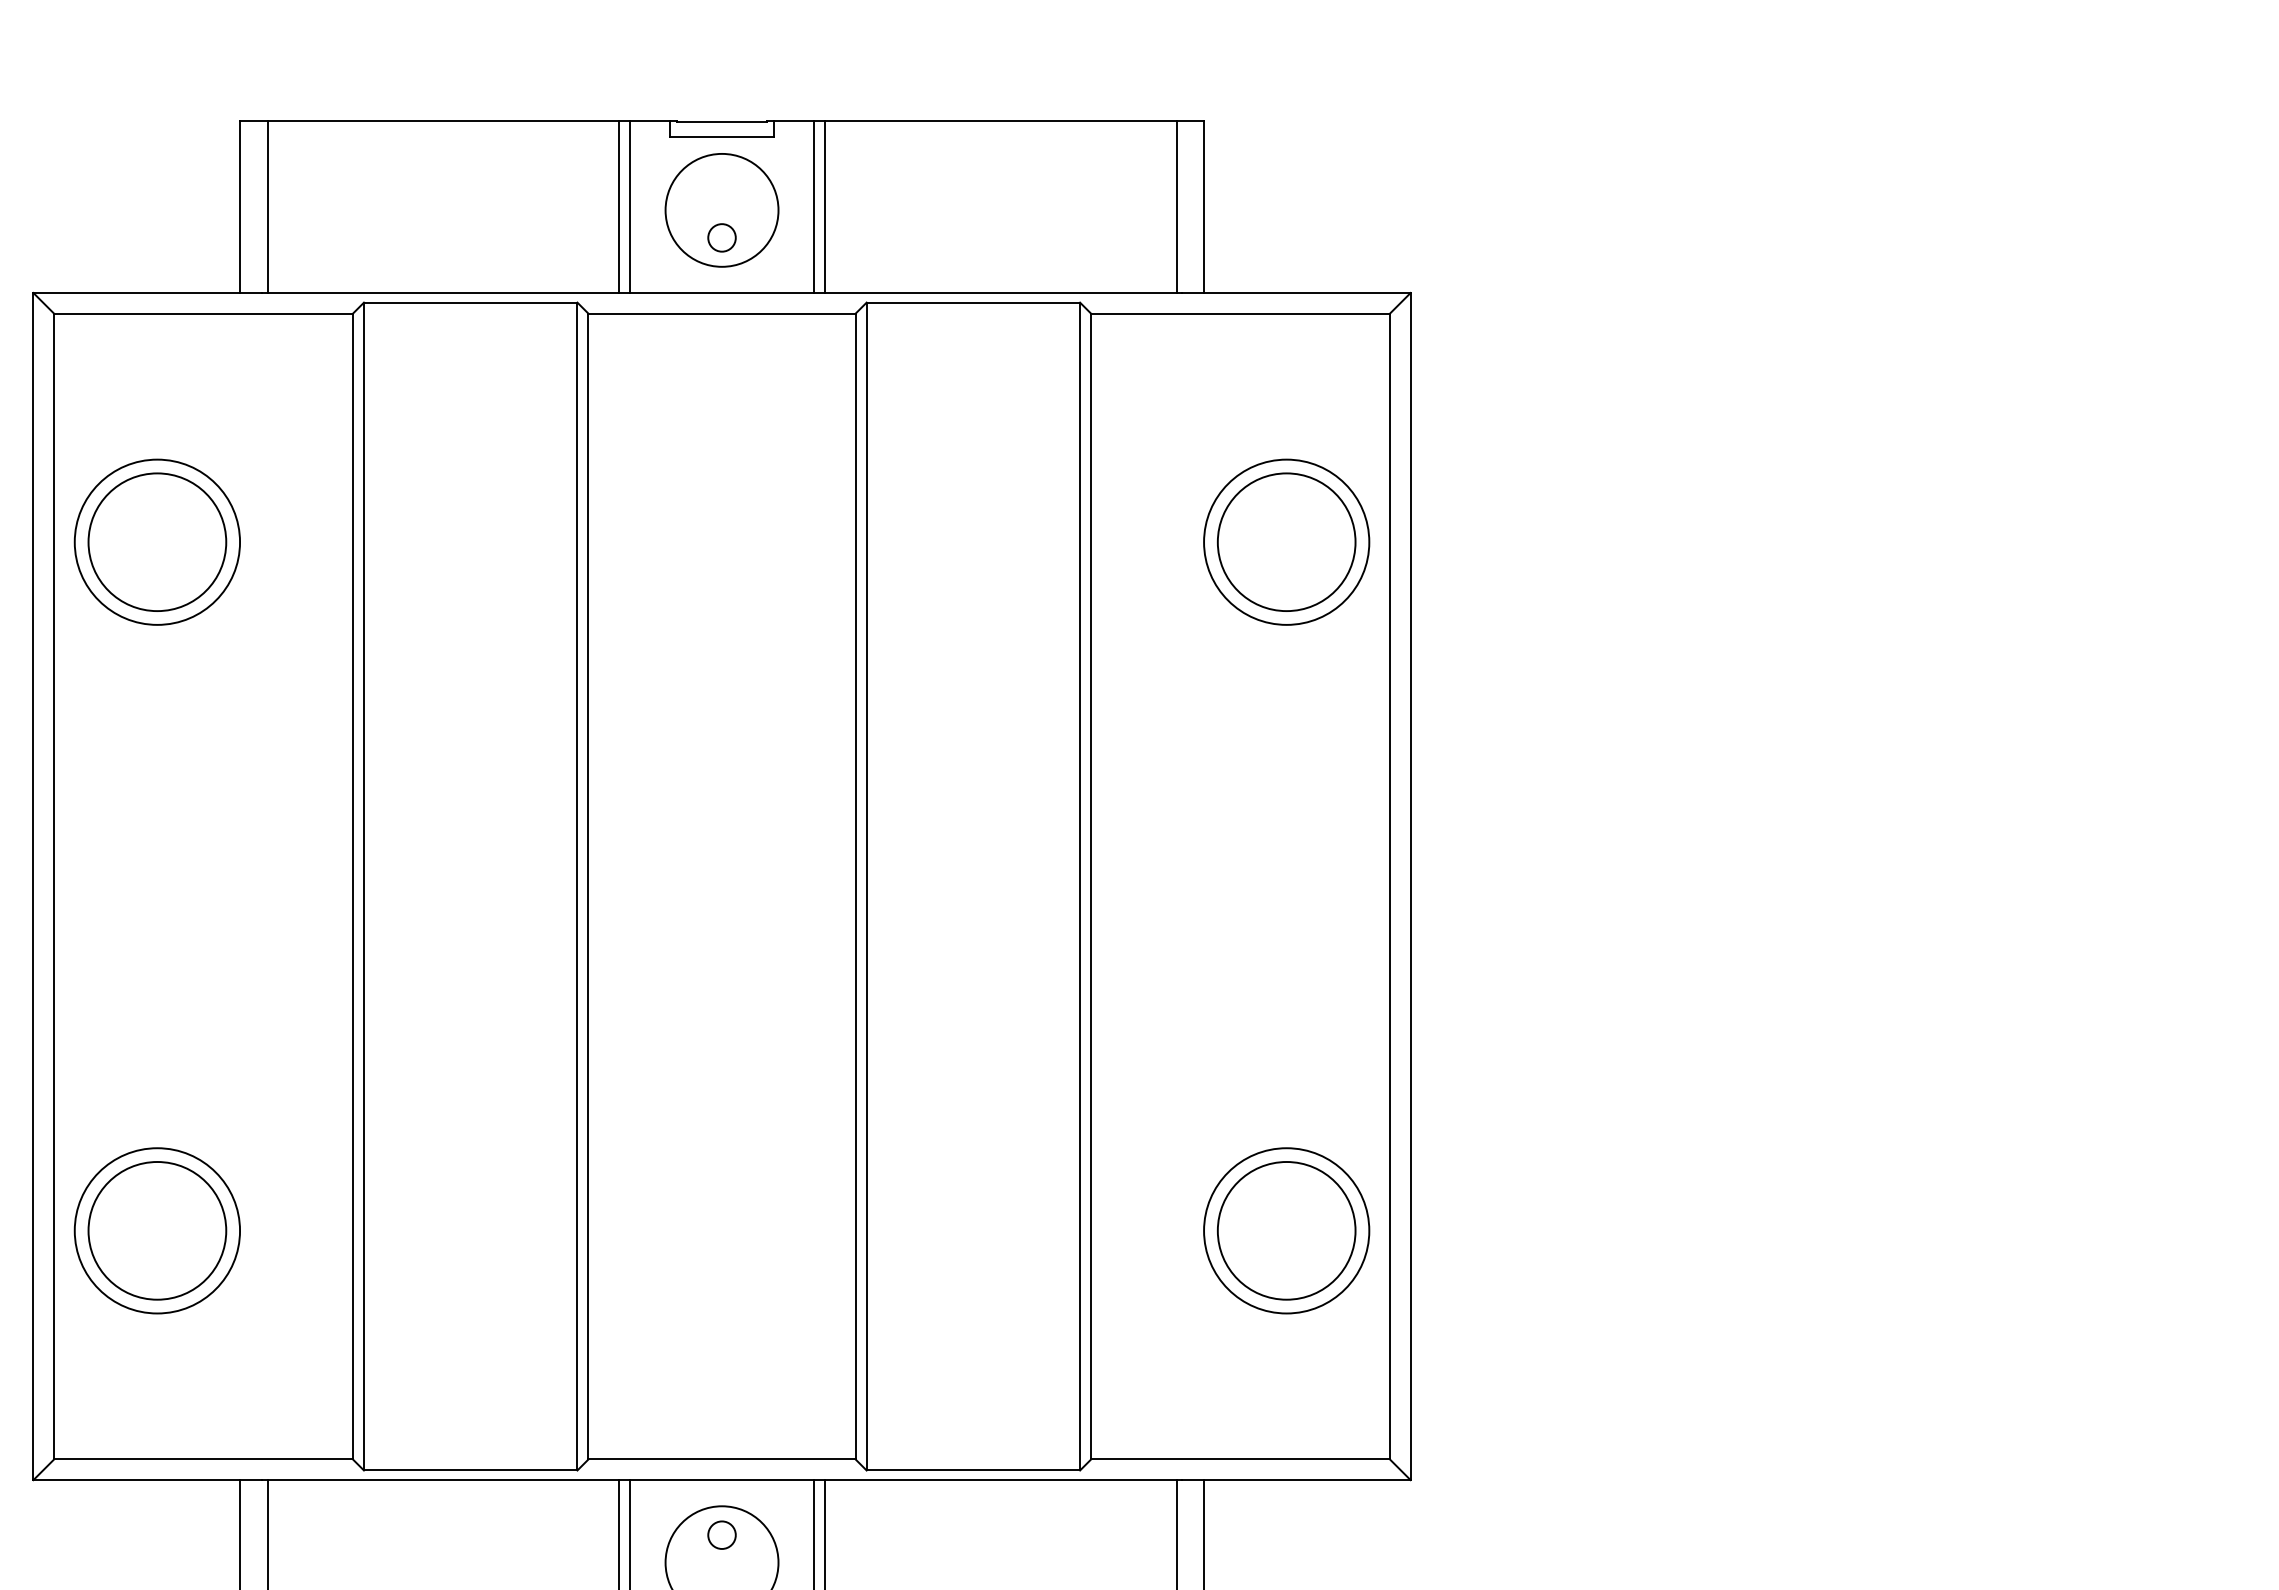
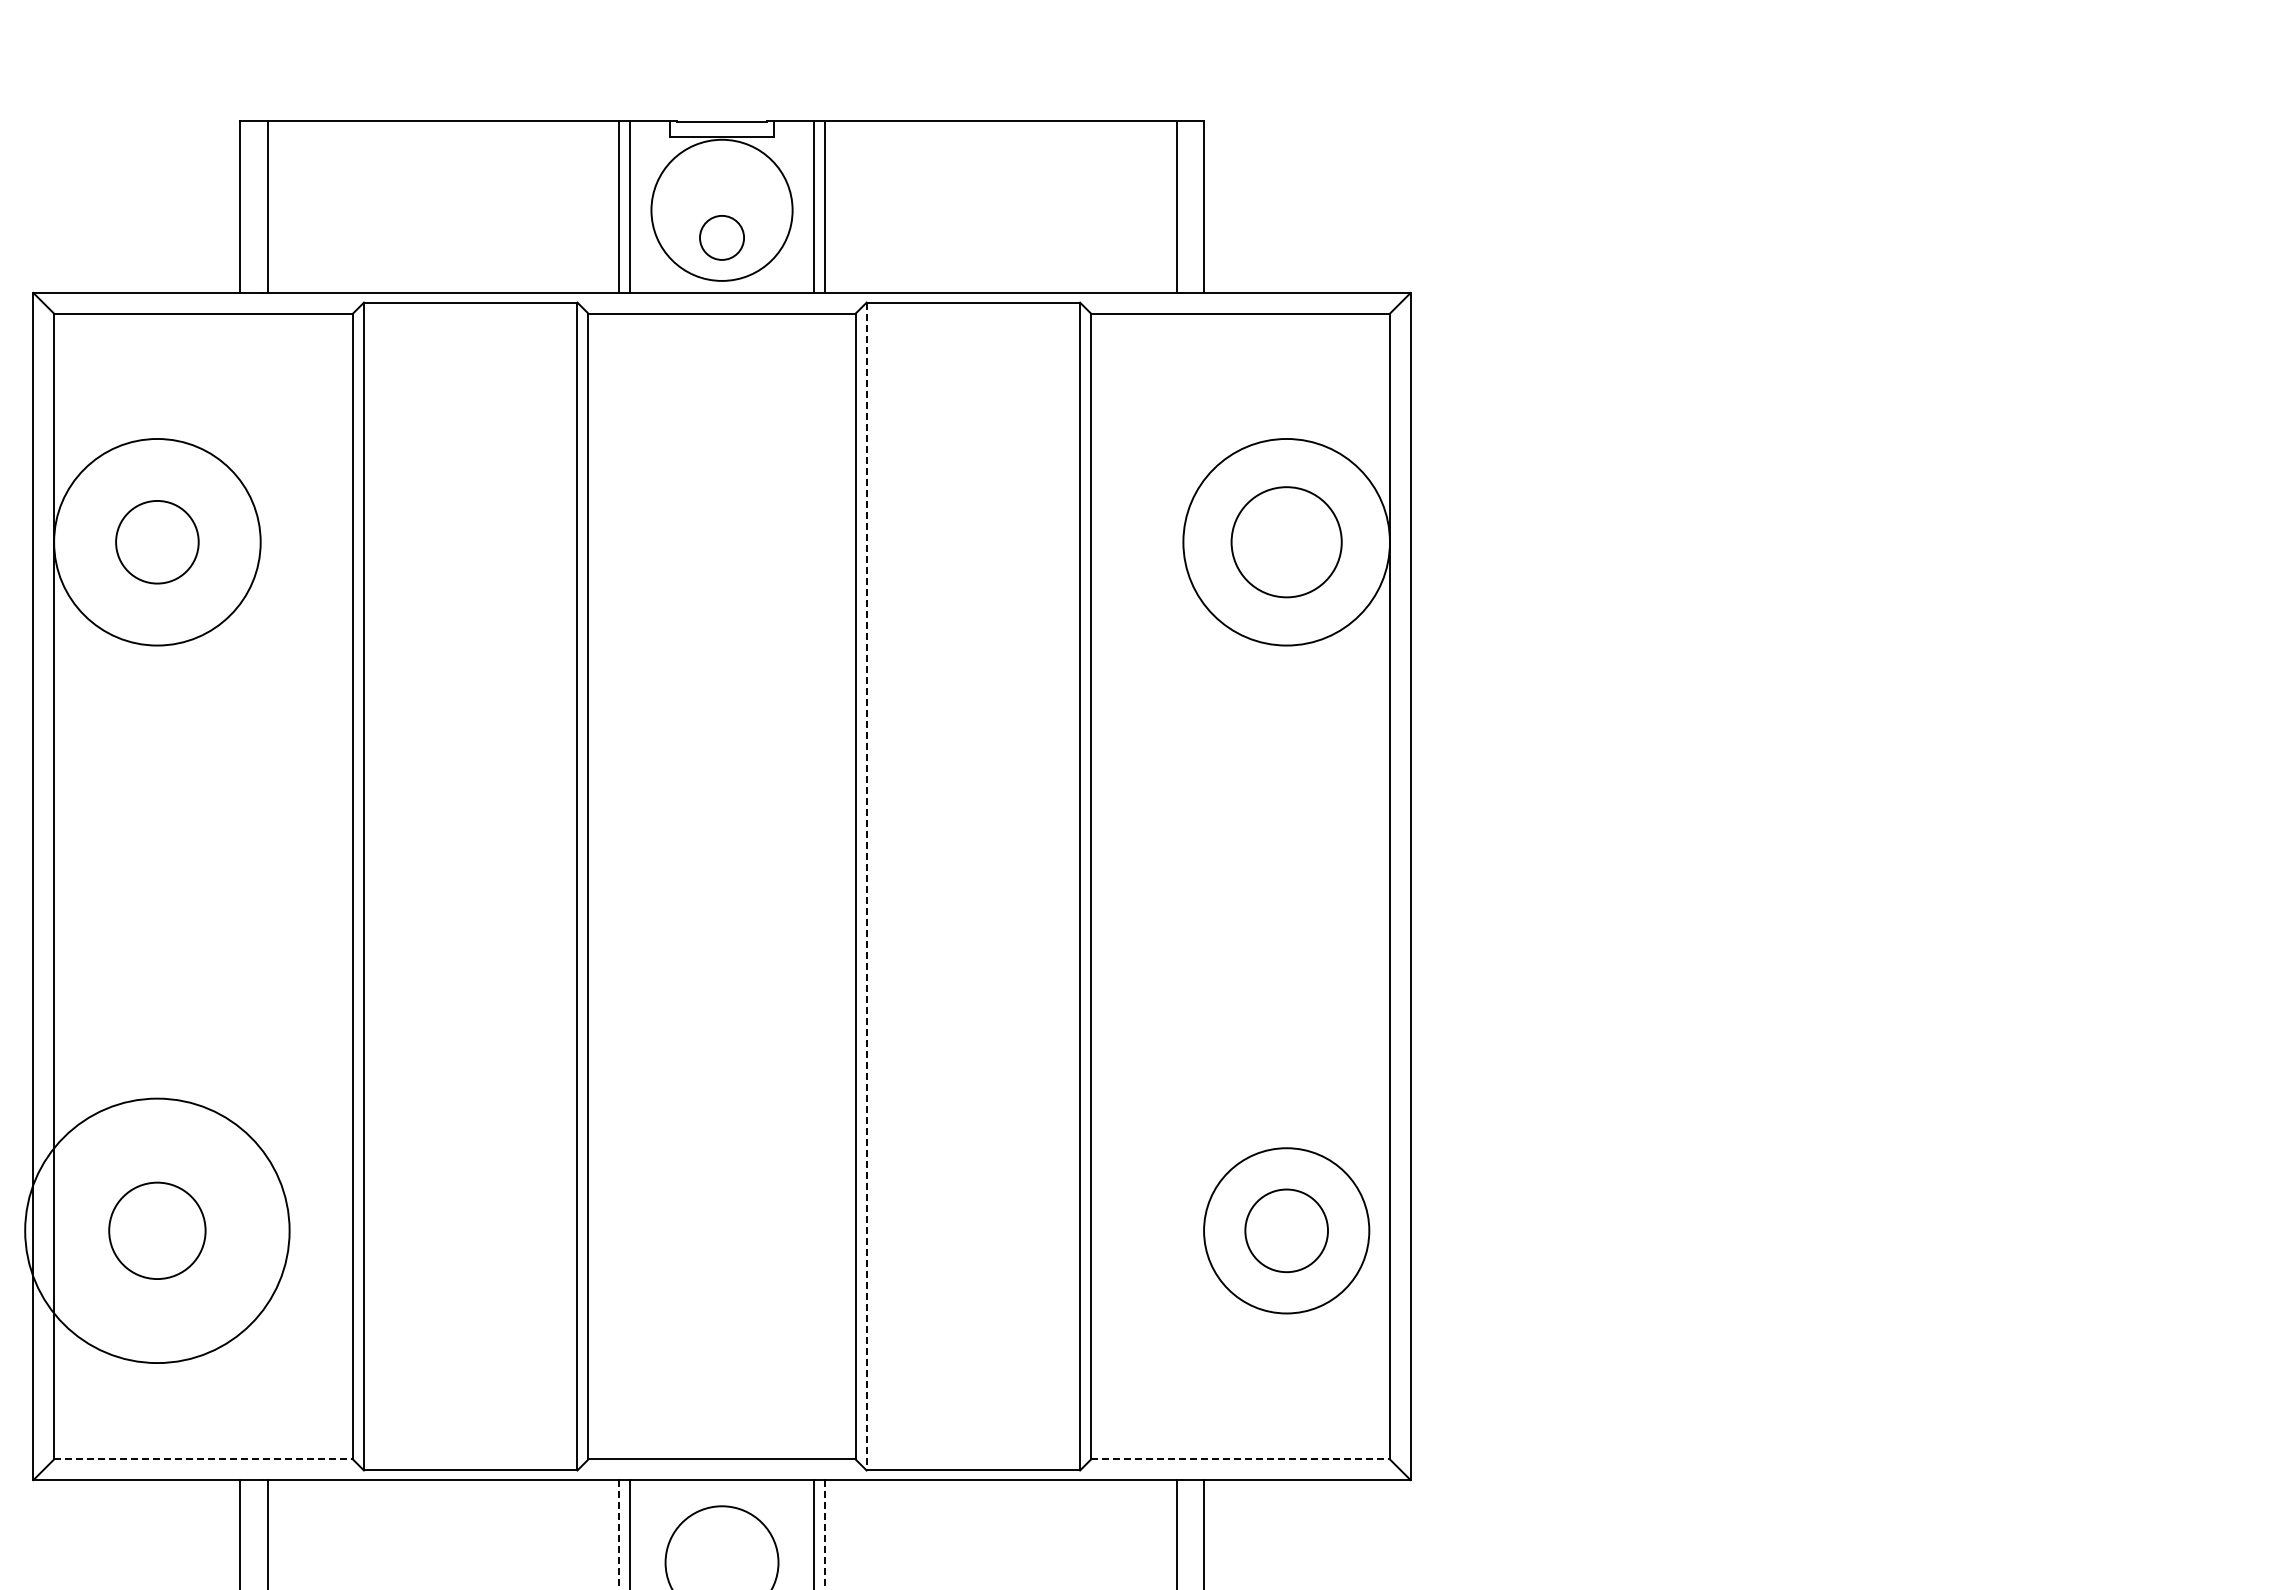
circle at (721, 209) diameter: 113 px -> 141 px
circle at (721, 237) diameter: 28 px -> 44 px
circle at (157, 541) diameter: 165 px -> 207 px
circle at (1286, 541) diameter: 165 px -> 207 px
circle at (157, 542) diameter: 138 px -> 83 px
circle at (1286, 542) diameter: 138 px -> 110 px
line at (866, 886): solid -> dashed
circle at (157, 1230) diameter: 138 px -> 96 px
circle at (157, 1230) diameter: 165 px -> 264 px
circle at (1286, 1230) diameter: 138 px -> 83 px
line at (204, 1459): solid -> dashed
line at (1241, 1459): solid -> dashed
line at (618, 1534): solid -> dashed
circle at (721, 1534): present -> none
line at (825, 1534): solid -> dashed
